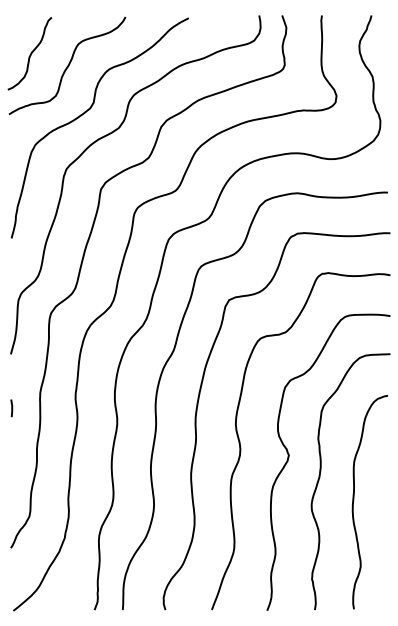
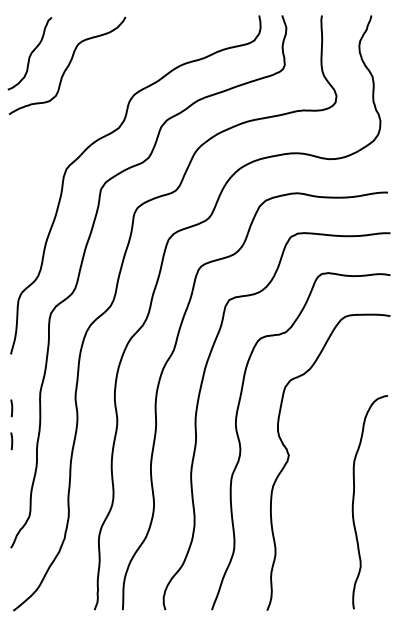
curve at (89, 110): present -> none
line at (11, 441): none -> present
curve at (320, 477): present -> none
